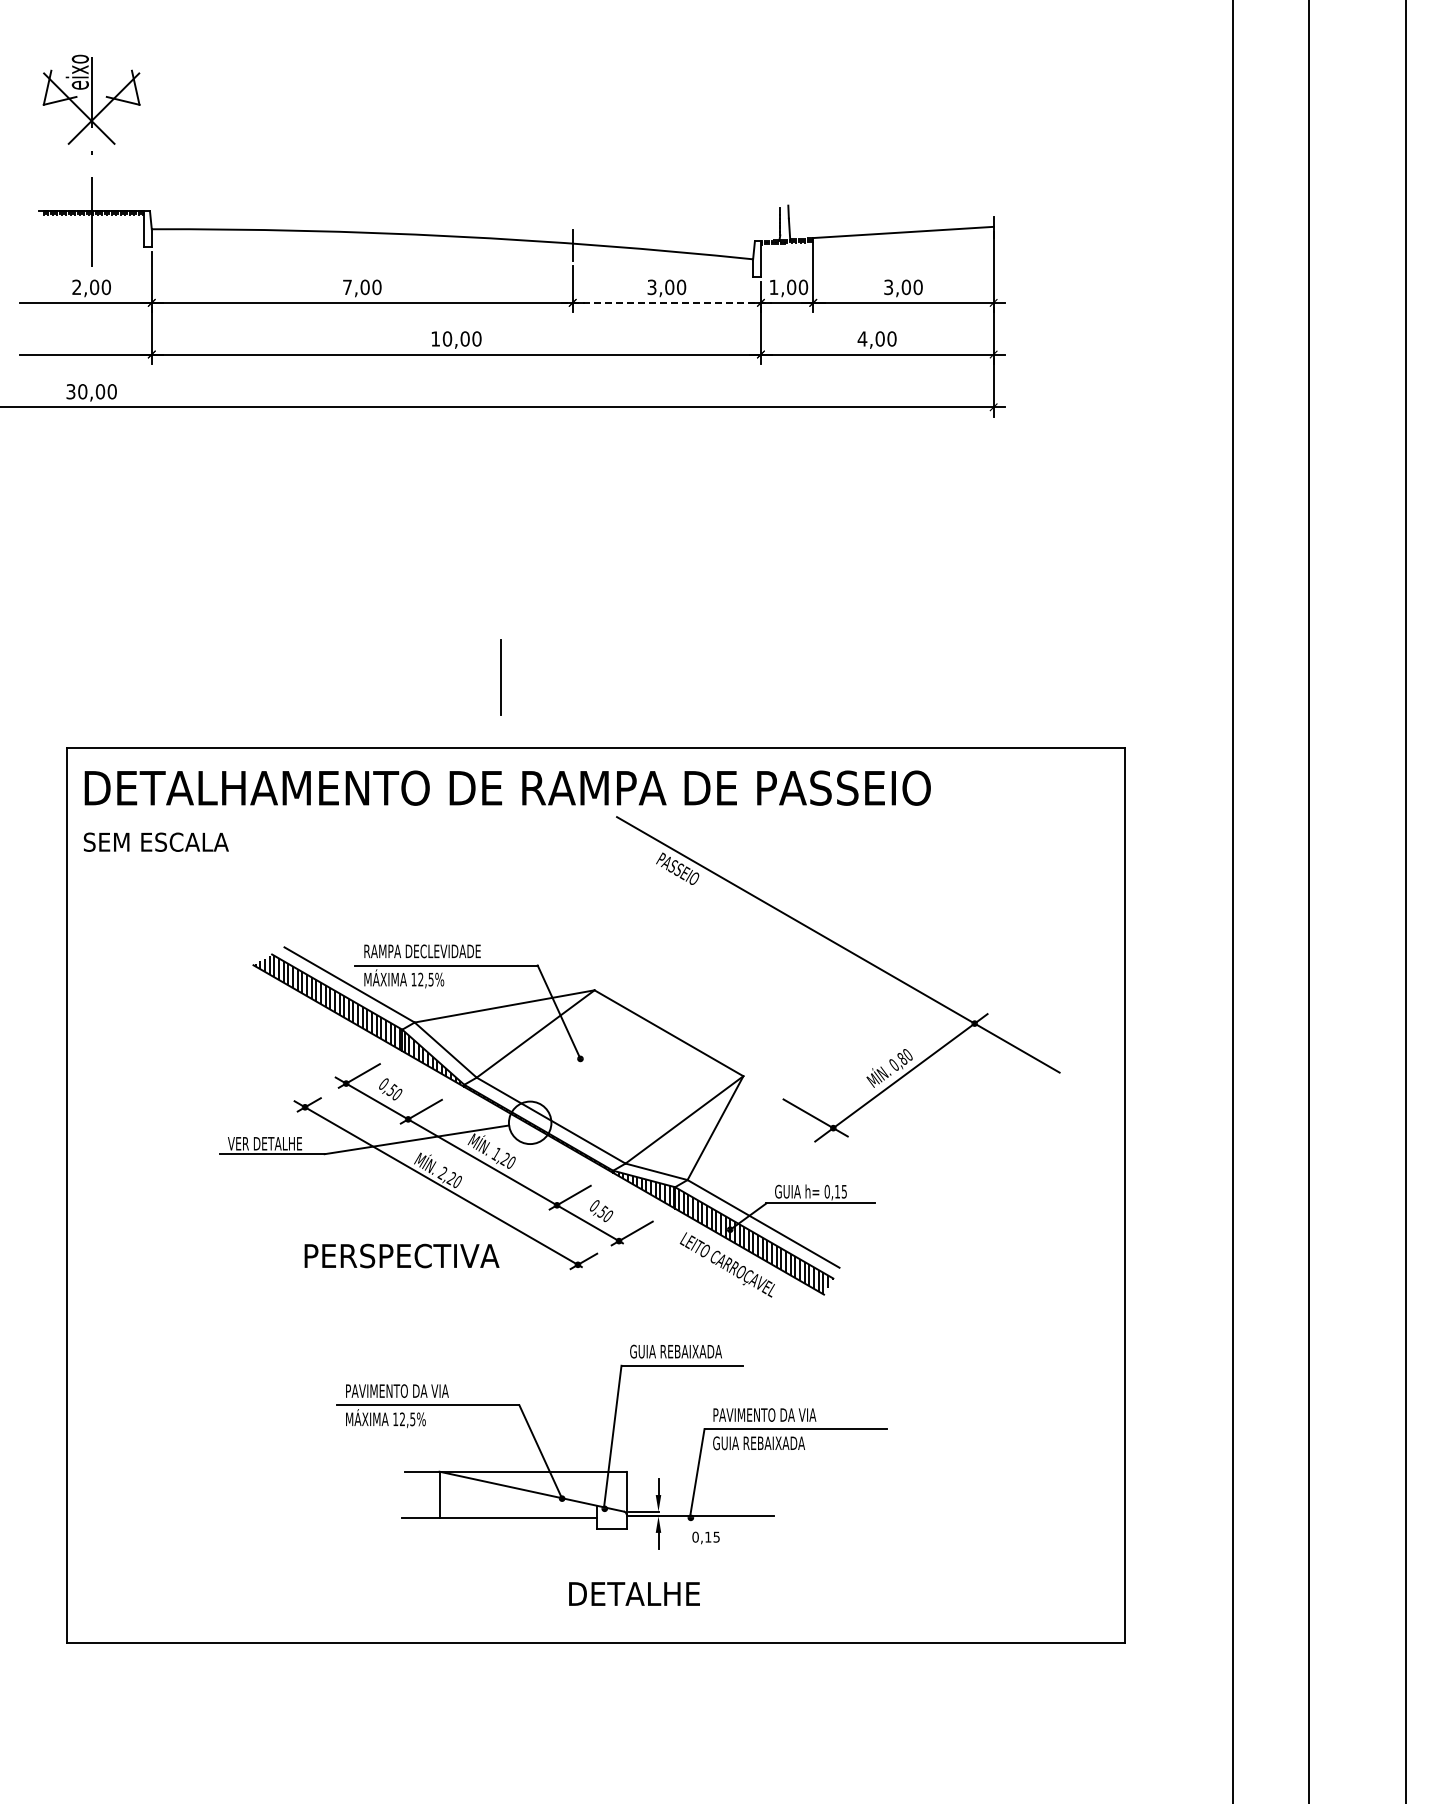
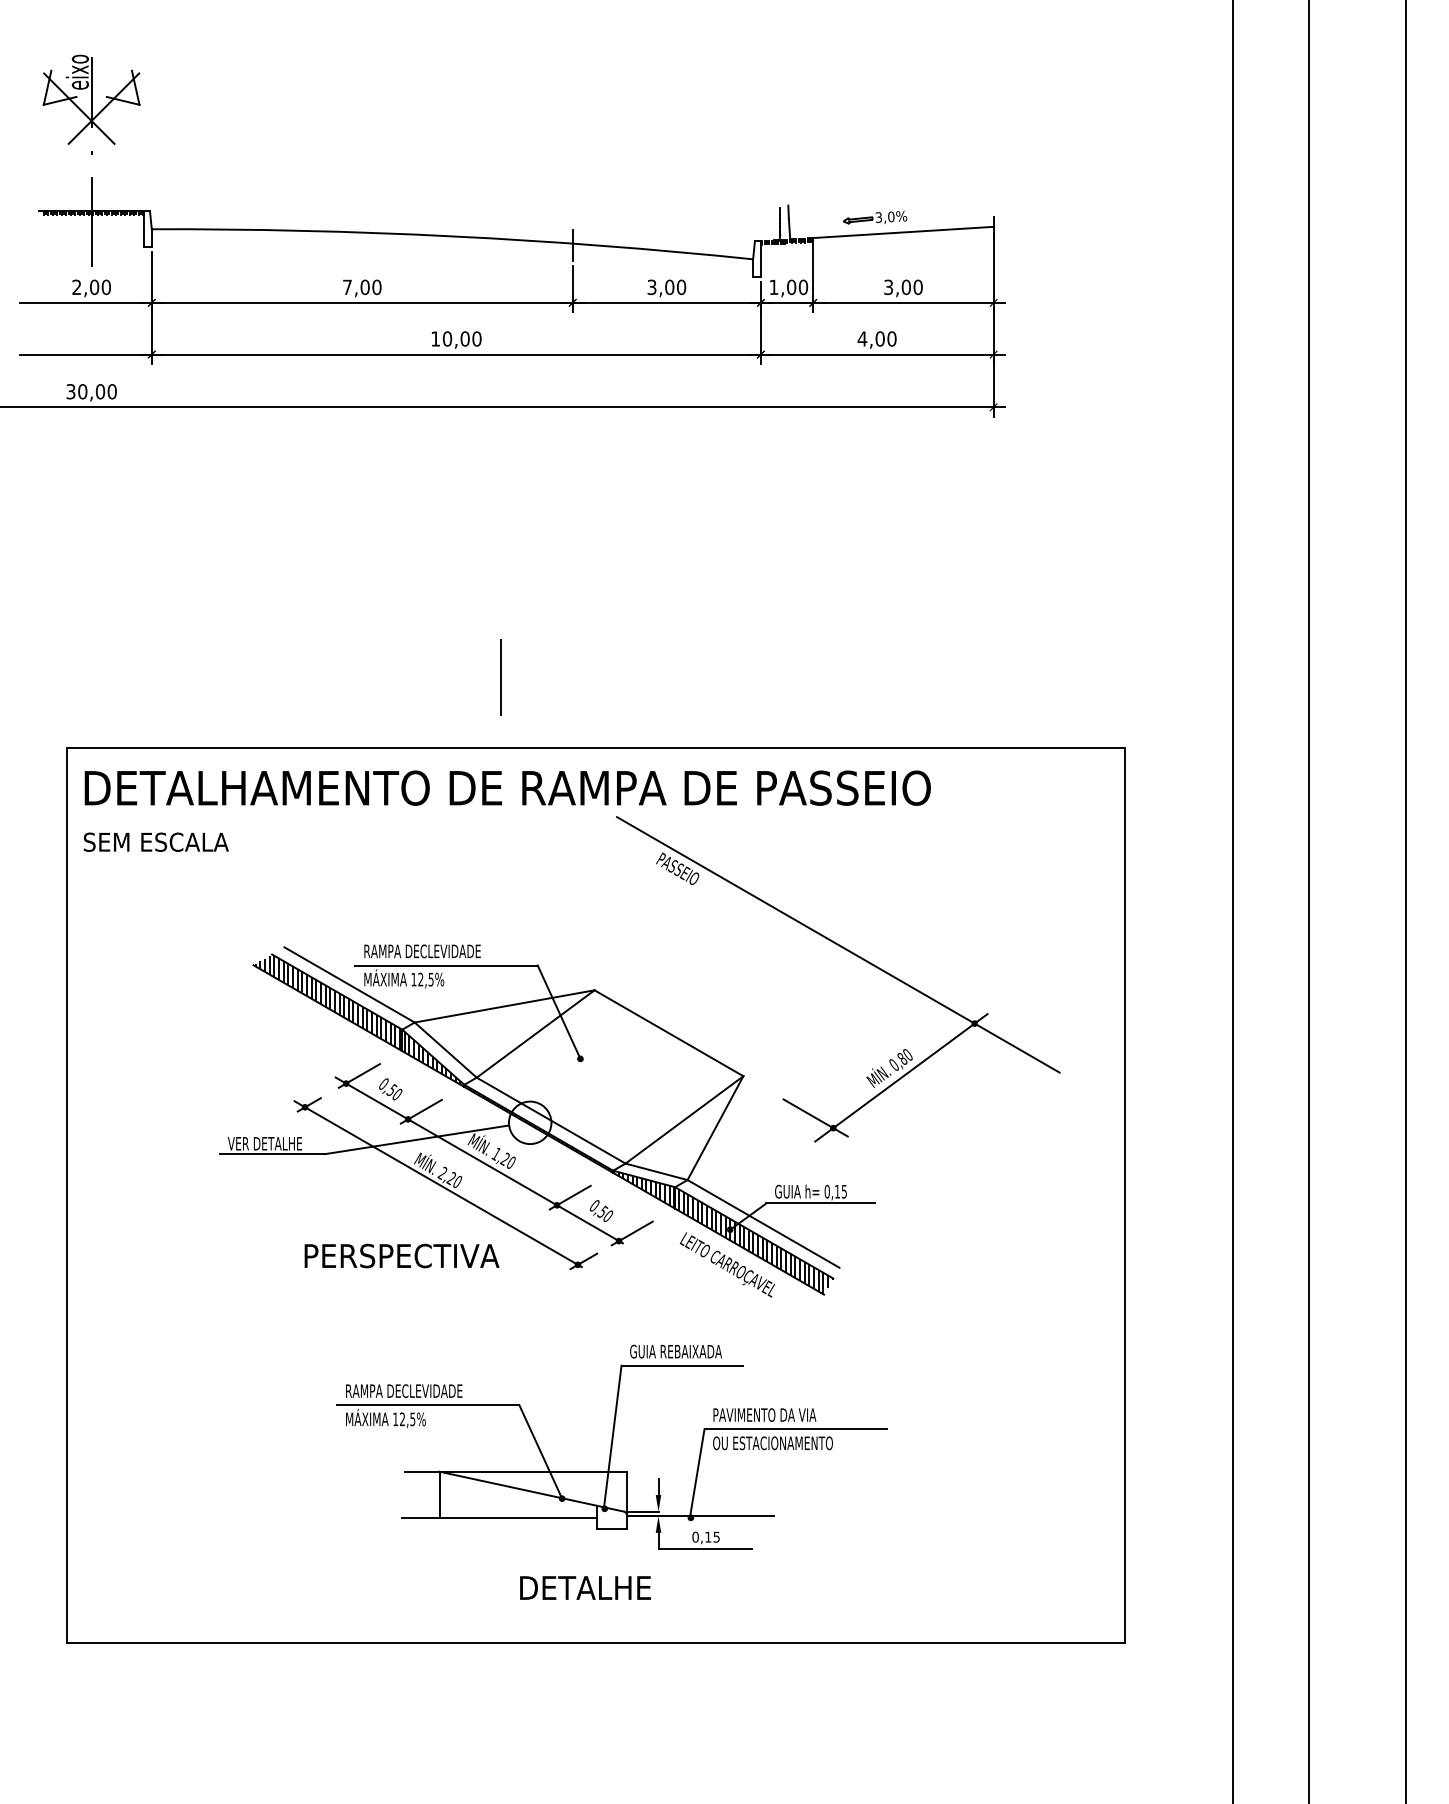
part at (875, 217): none -> present
line at (667, 302): dashed -> solid
text at (404, 1390): PAVIMENTO DA VIA -> RAMPA DECLEVIDADE
text at (774, 1443): GUIA REBAIXADA -> OU ESTACIONAMENTO
line at (705, 1549): none -> present
text at (634, 1593) position: (634, 1593) -> (585, 1587)
